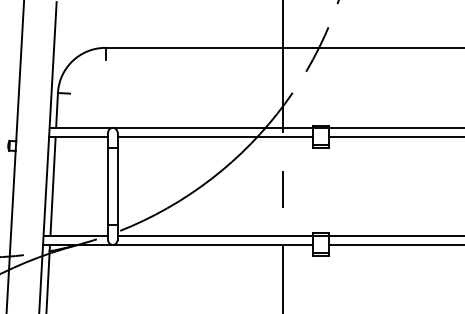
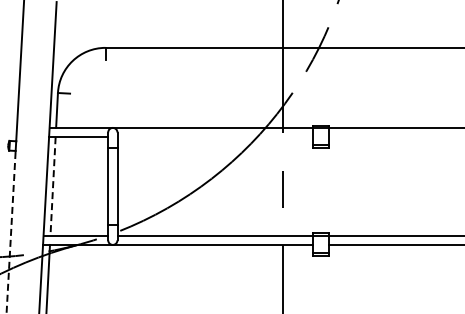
line at (214, 137): present -> none
line at (394, 137): present -> none
line at (53, 186): solid -> dashed
line at (11, 232): solid -> dashed
